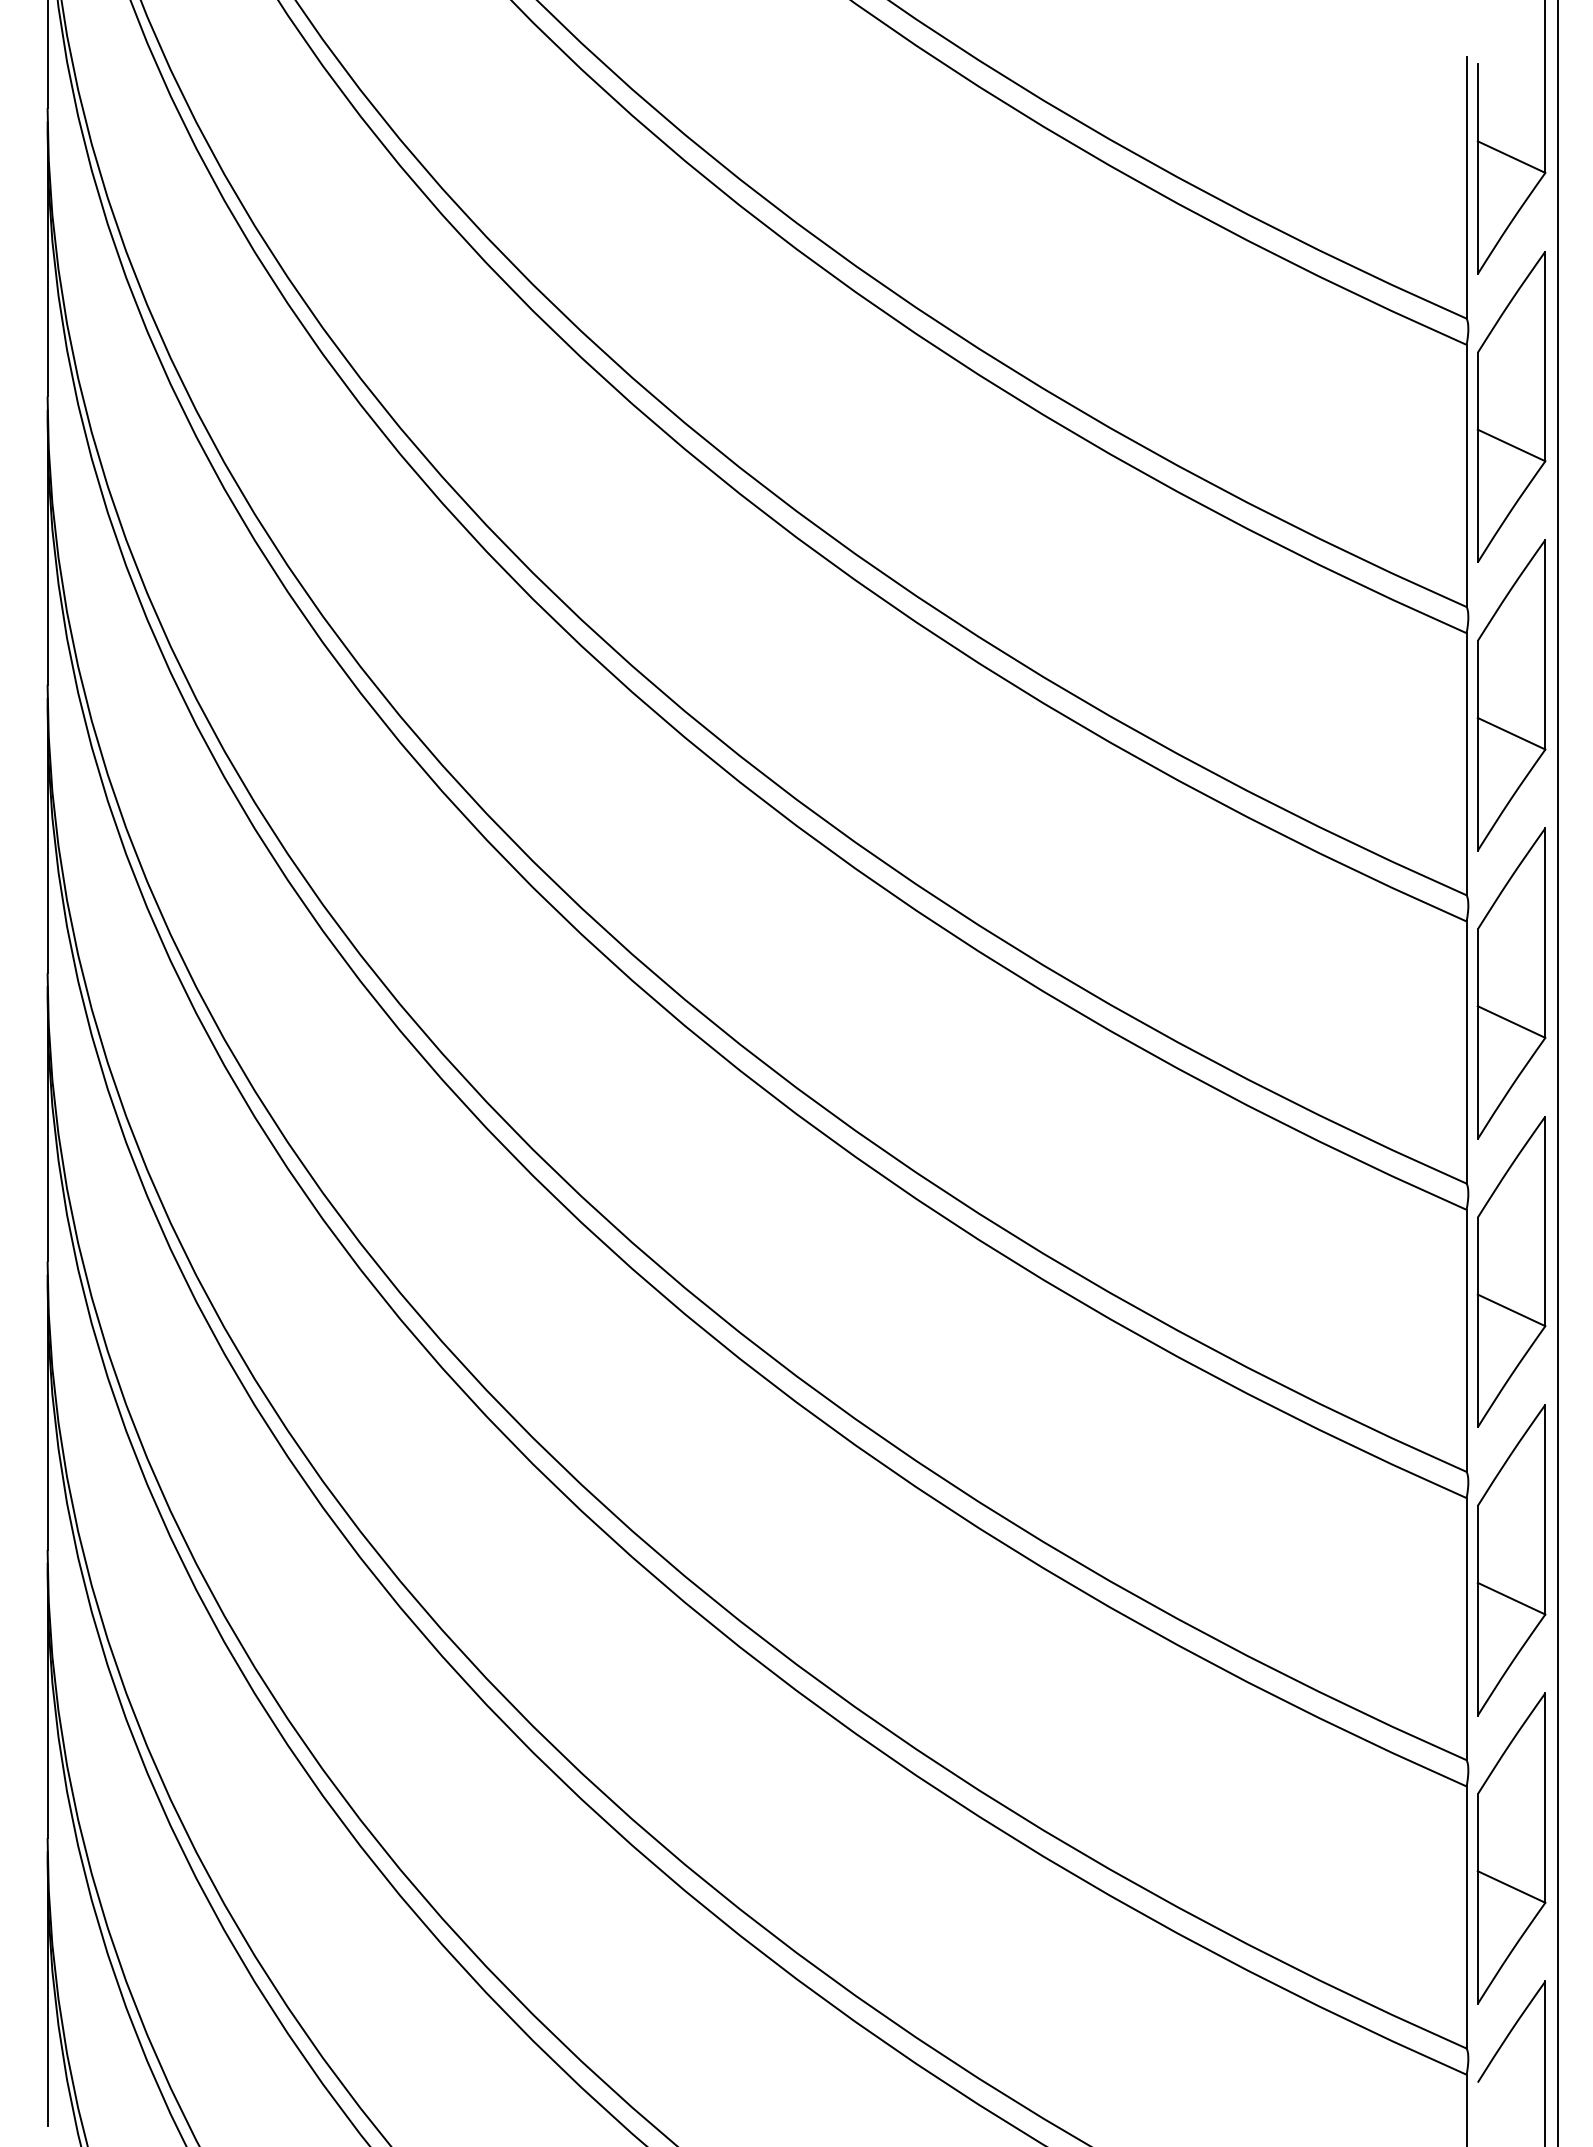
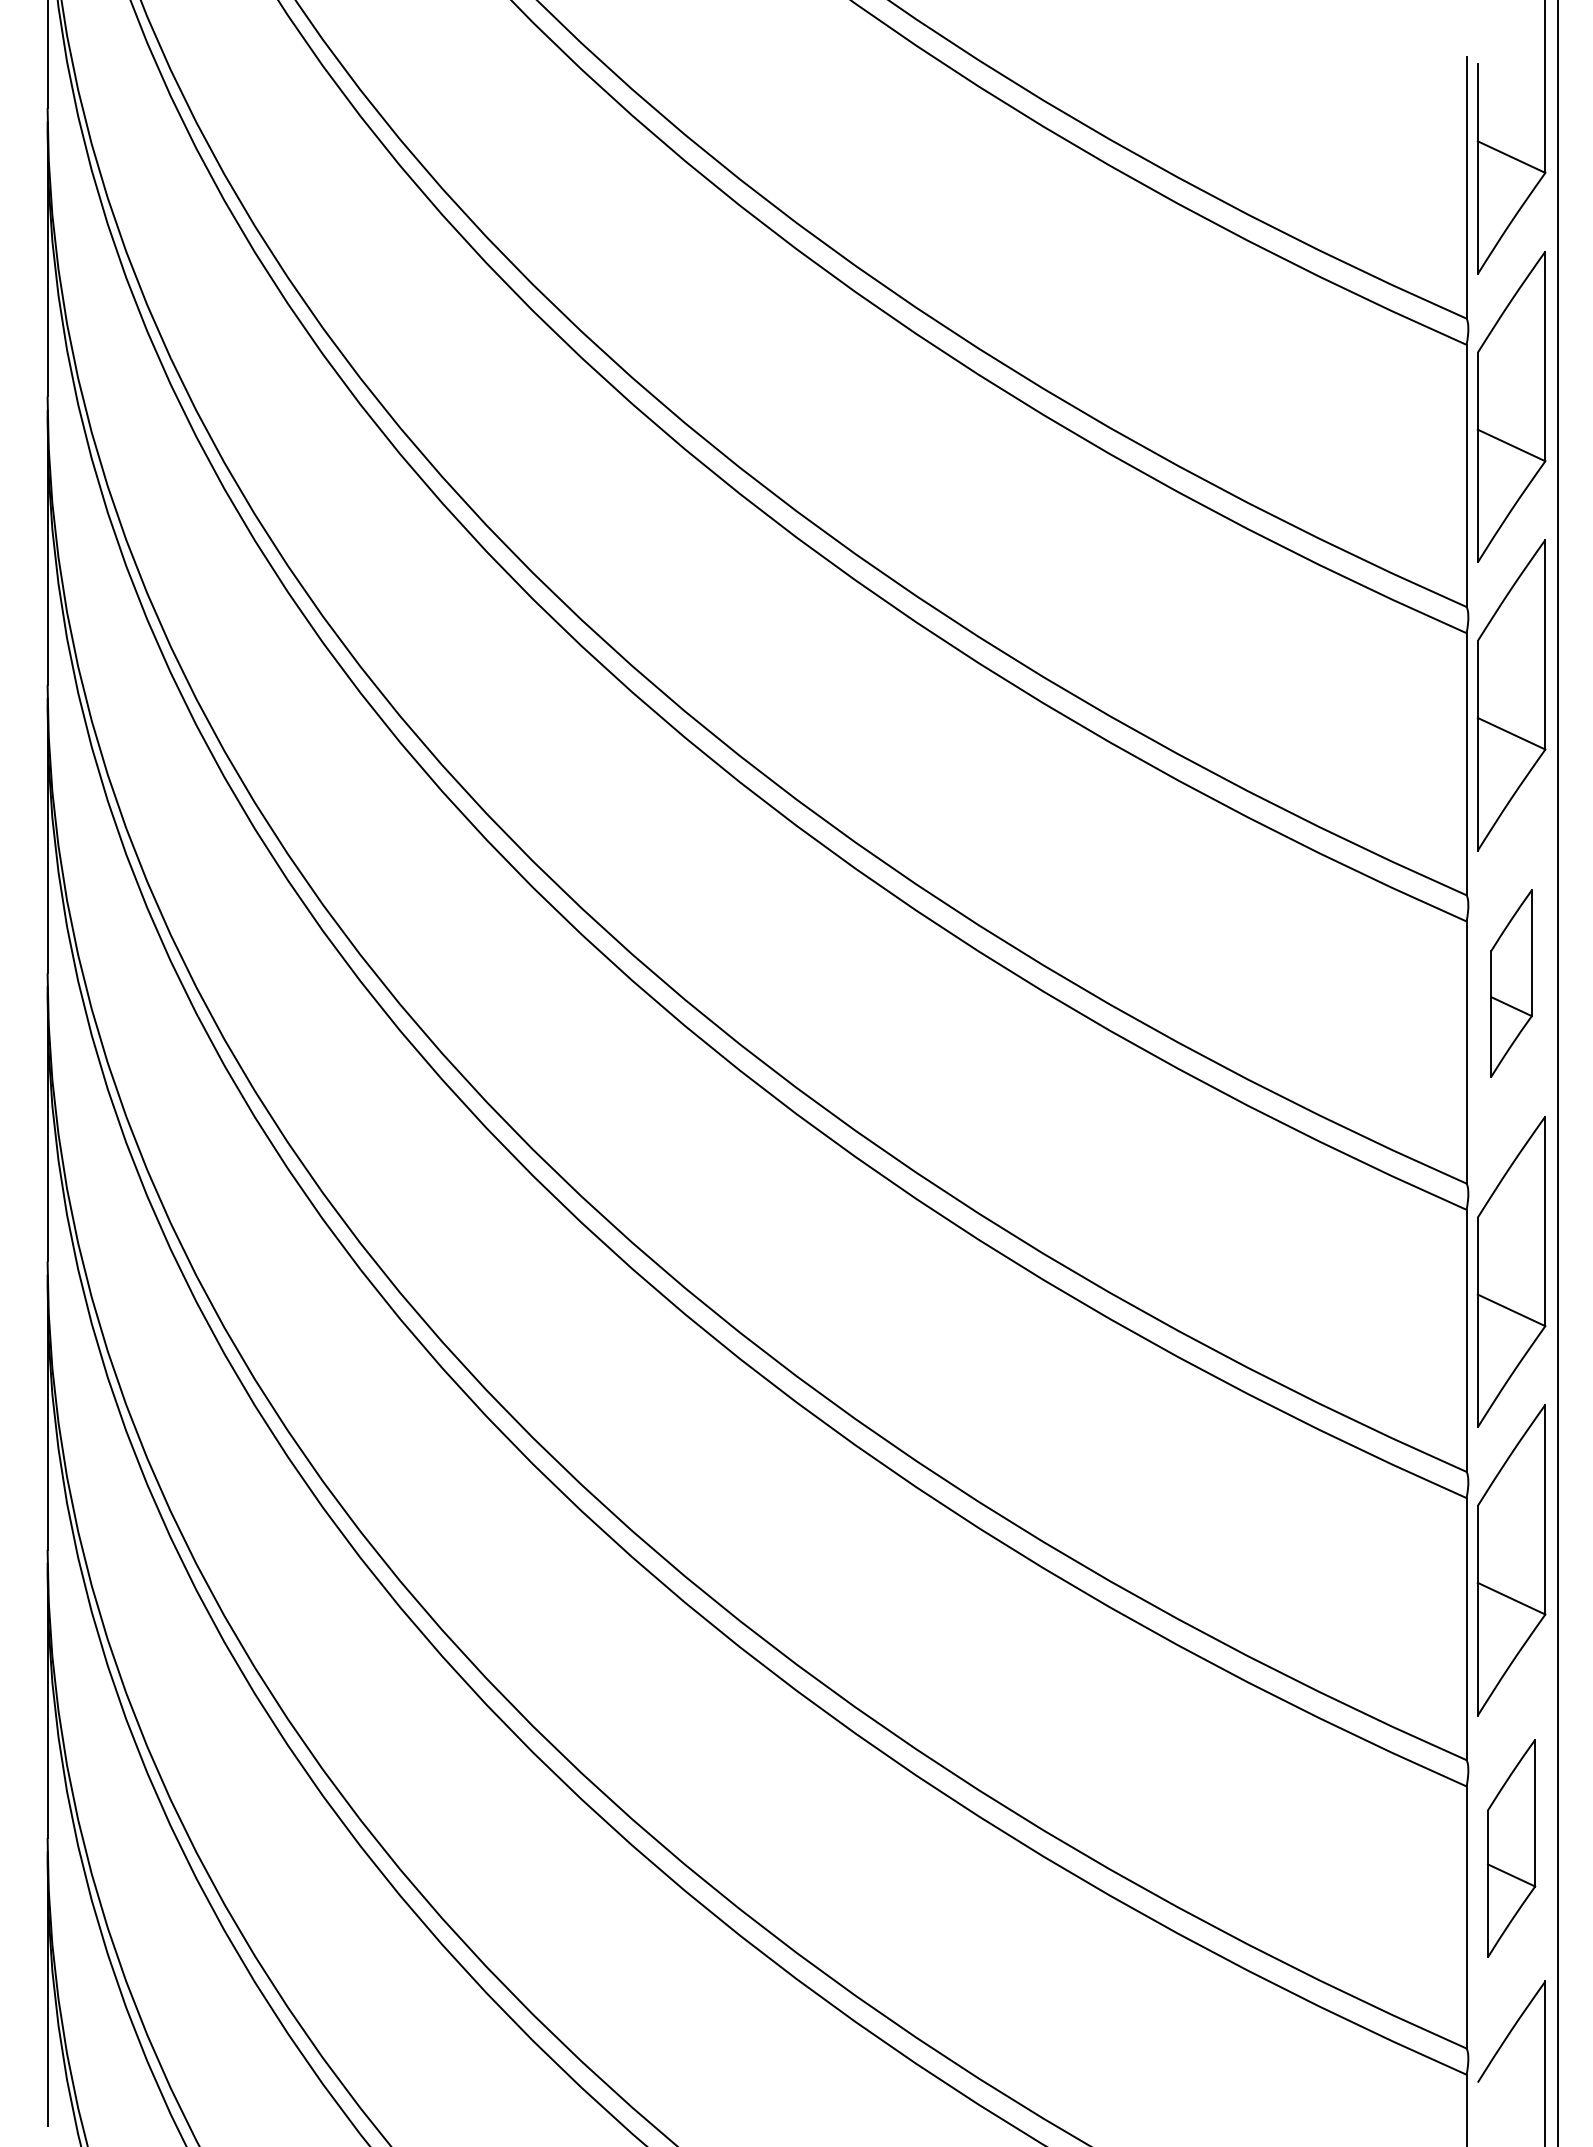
part at (1511, 983) size: 71x313 px -> 43x189 px
part at (1511, 1848) size: 71x313 px -> 51x219 px
